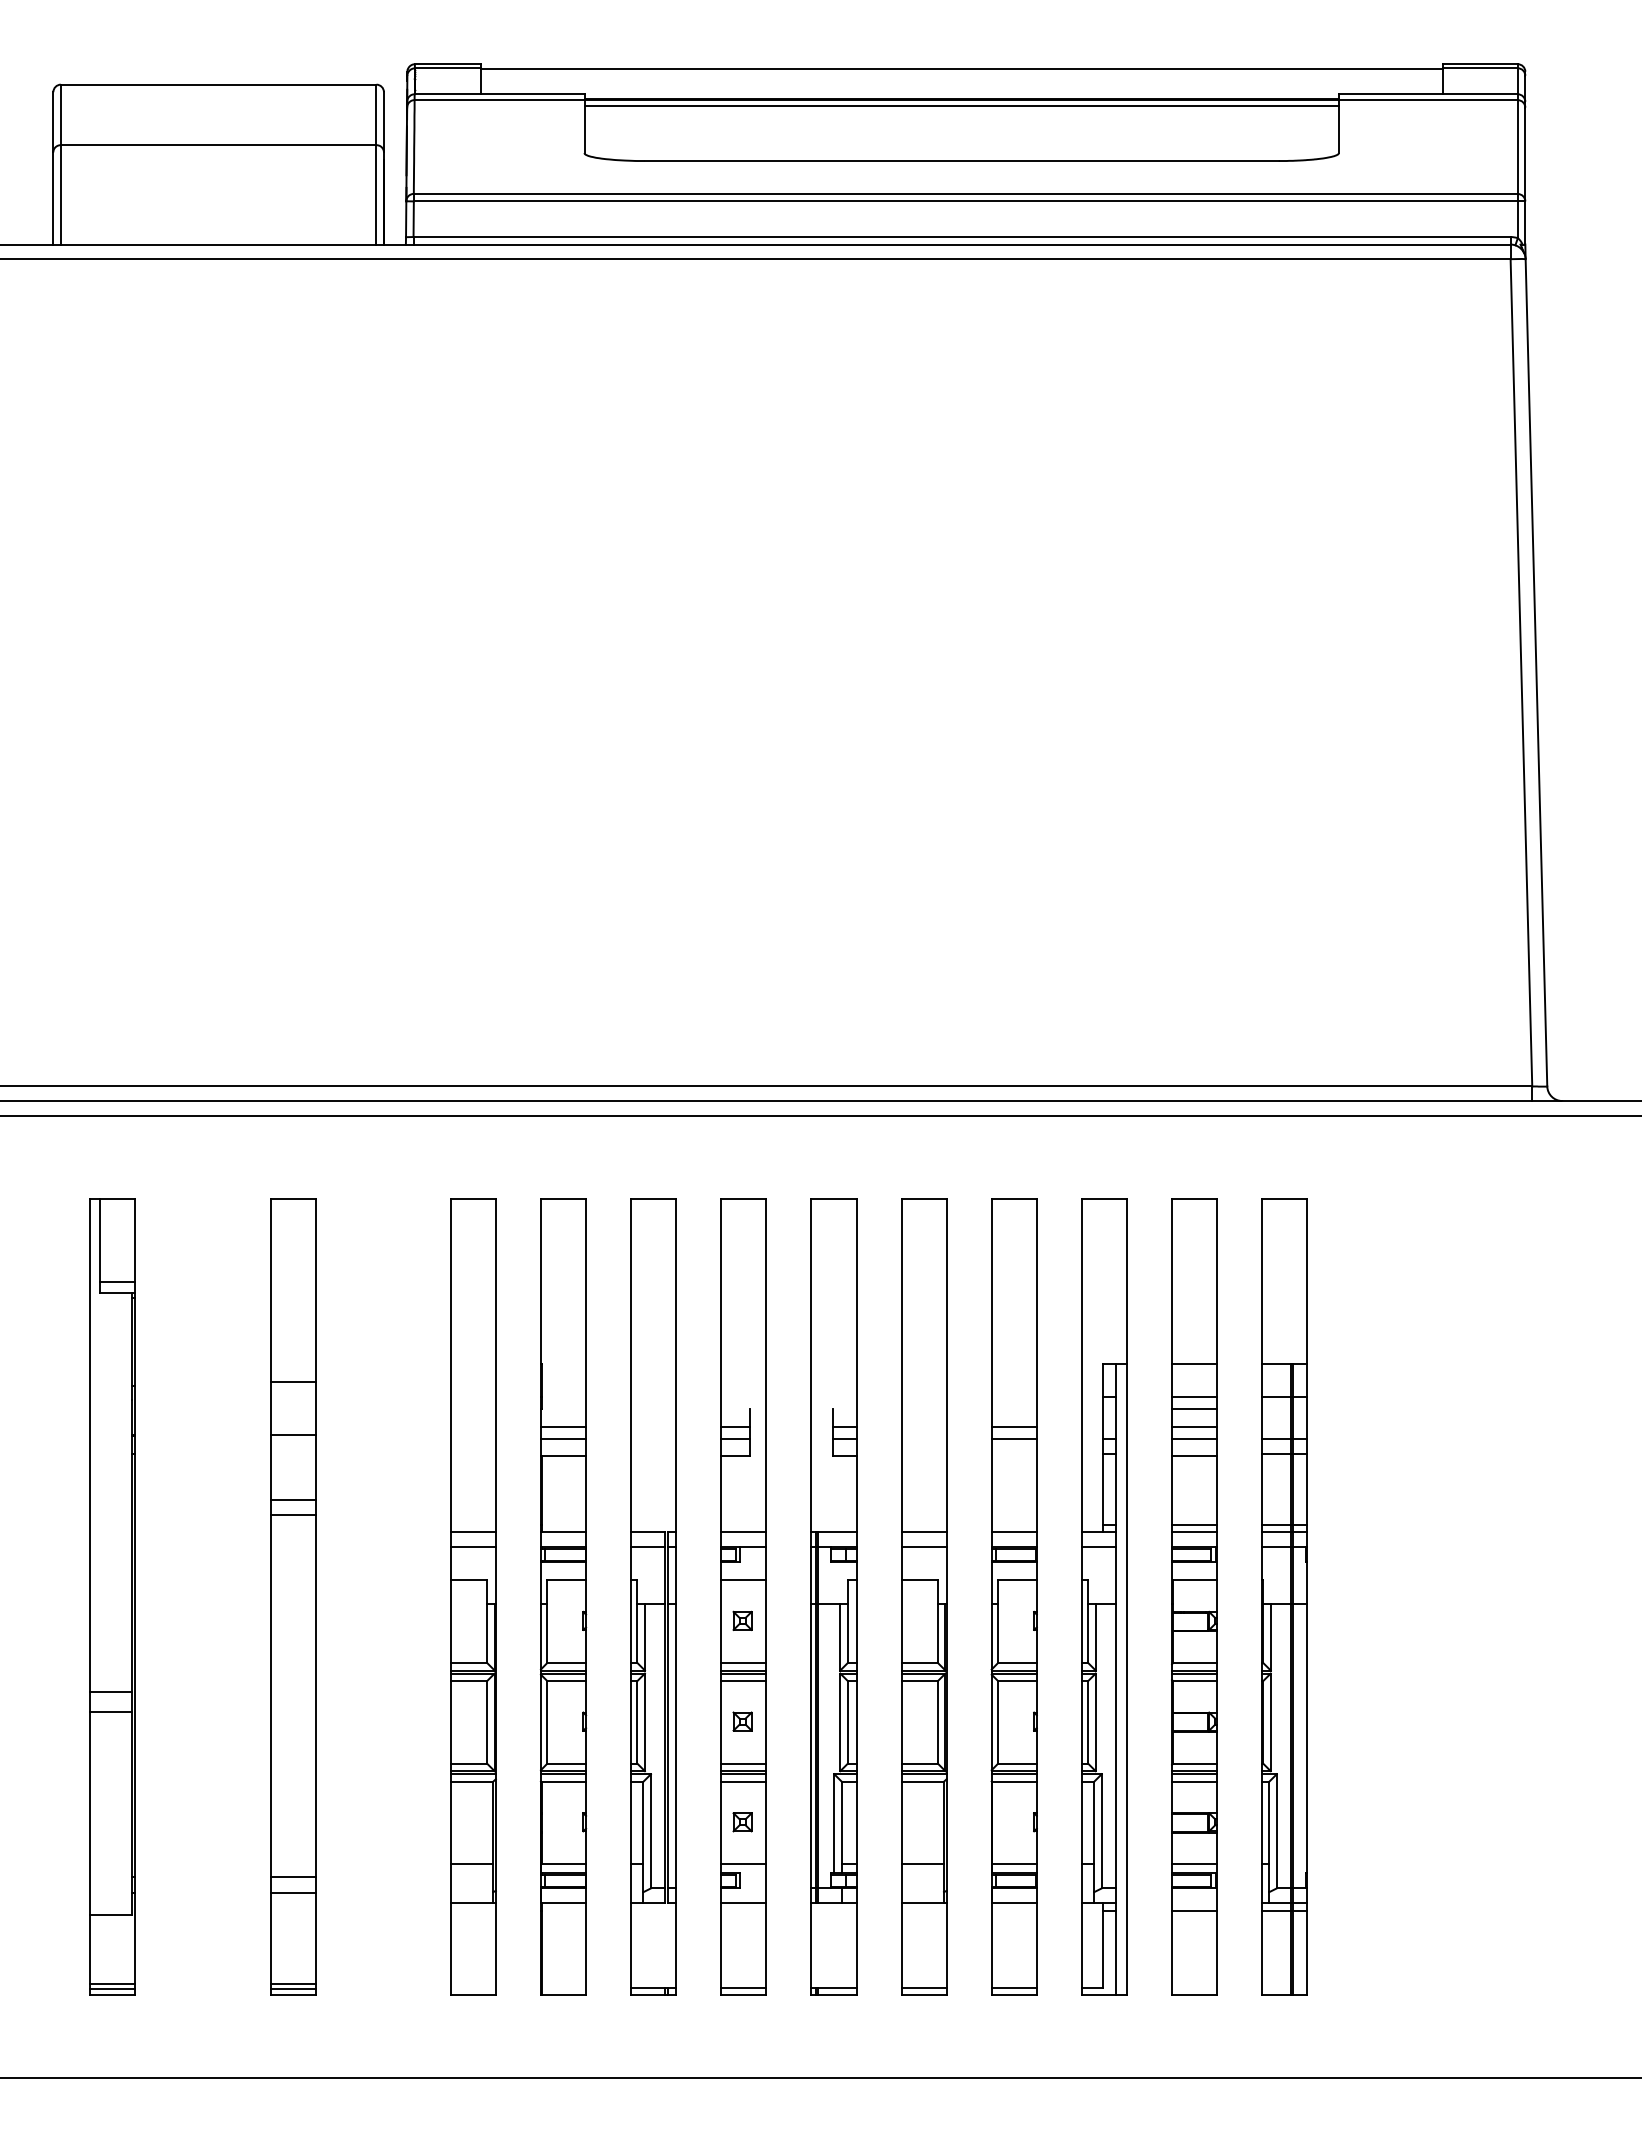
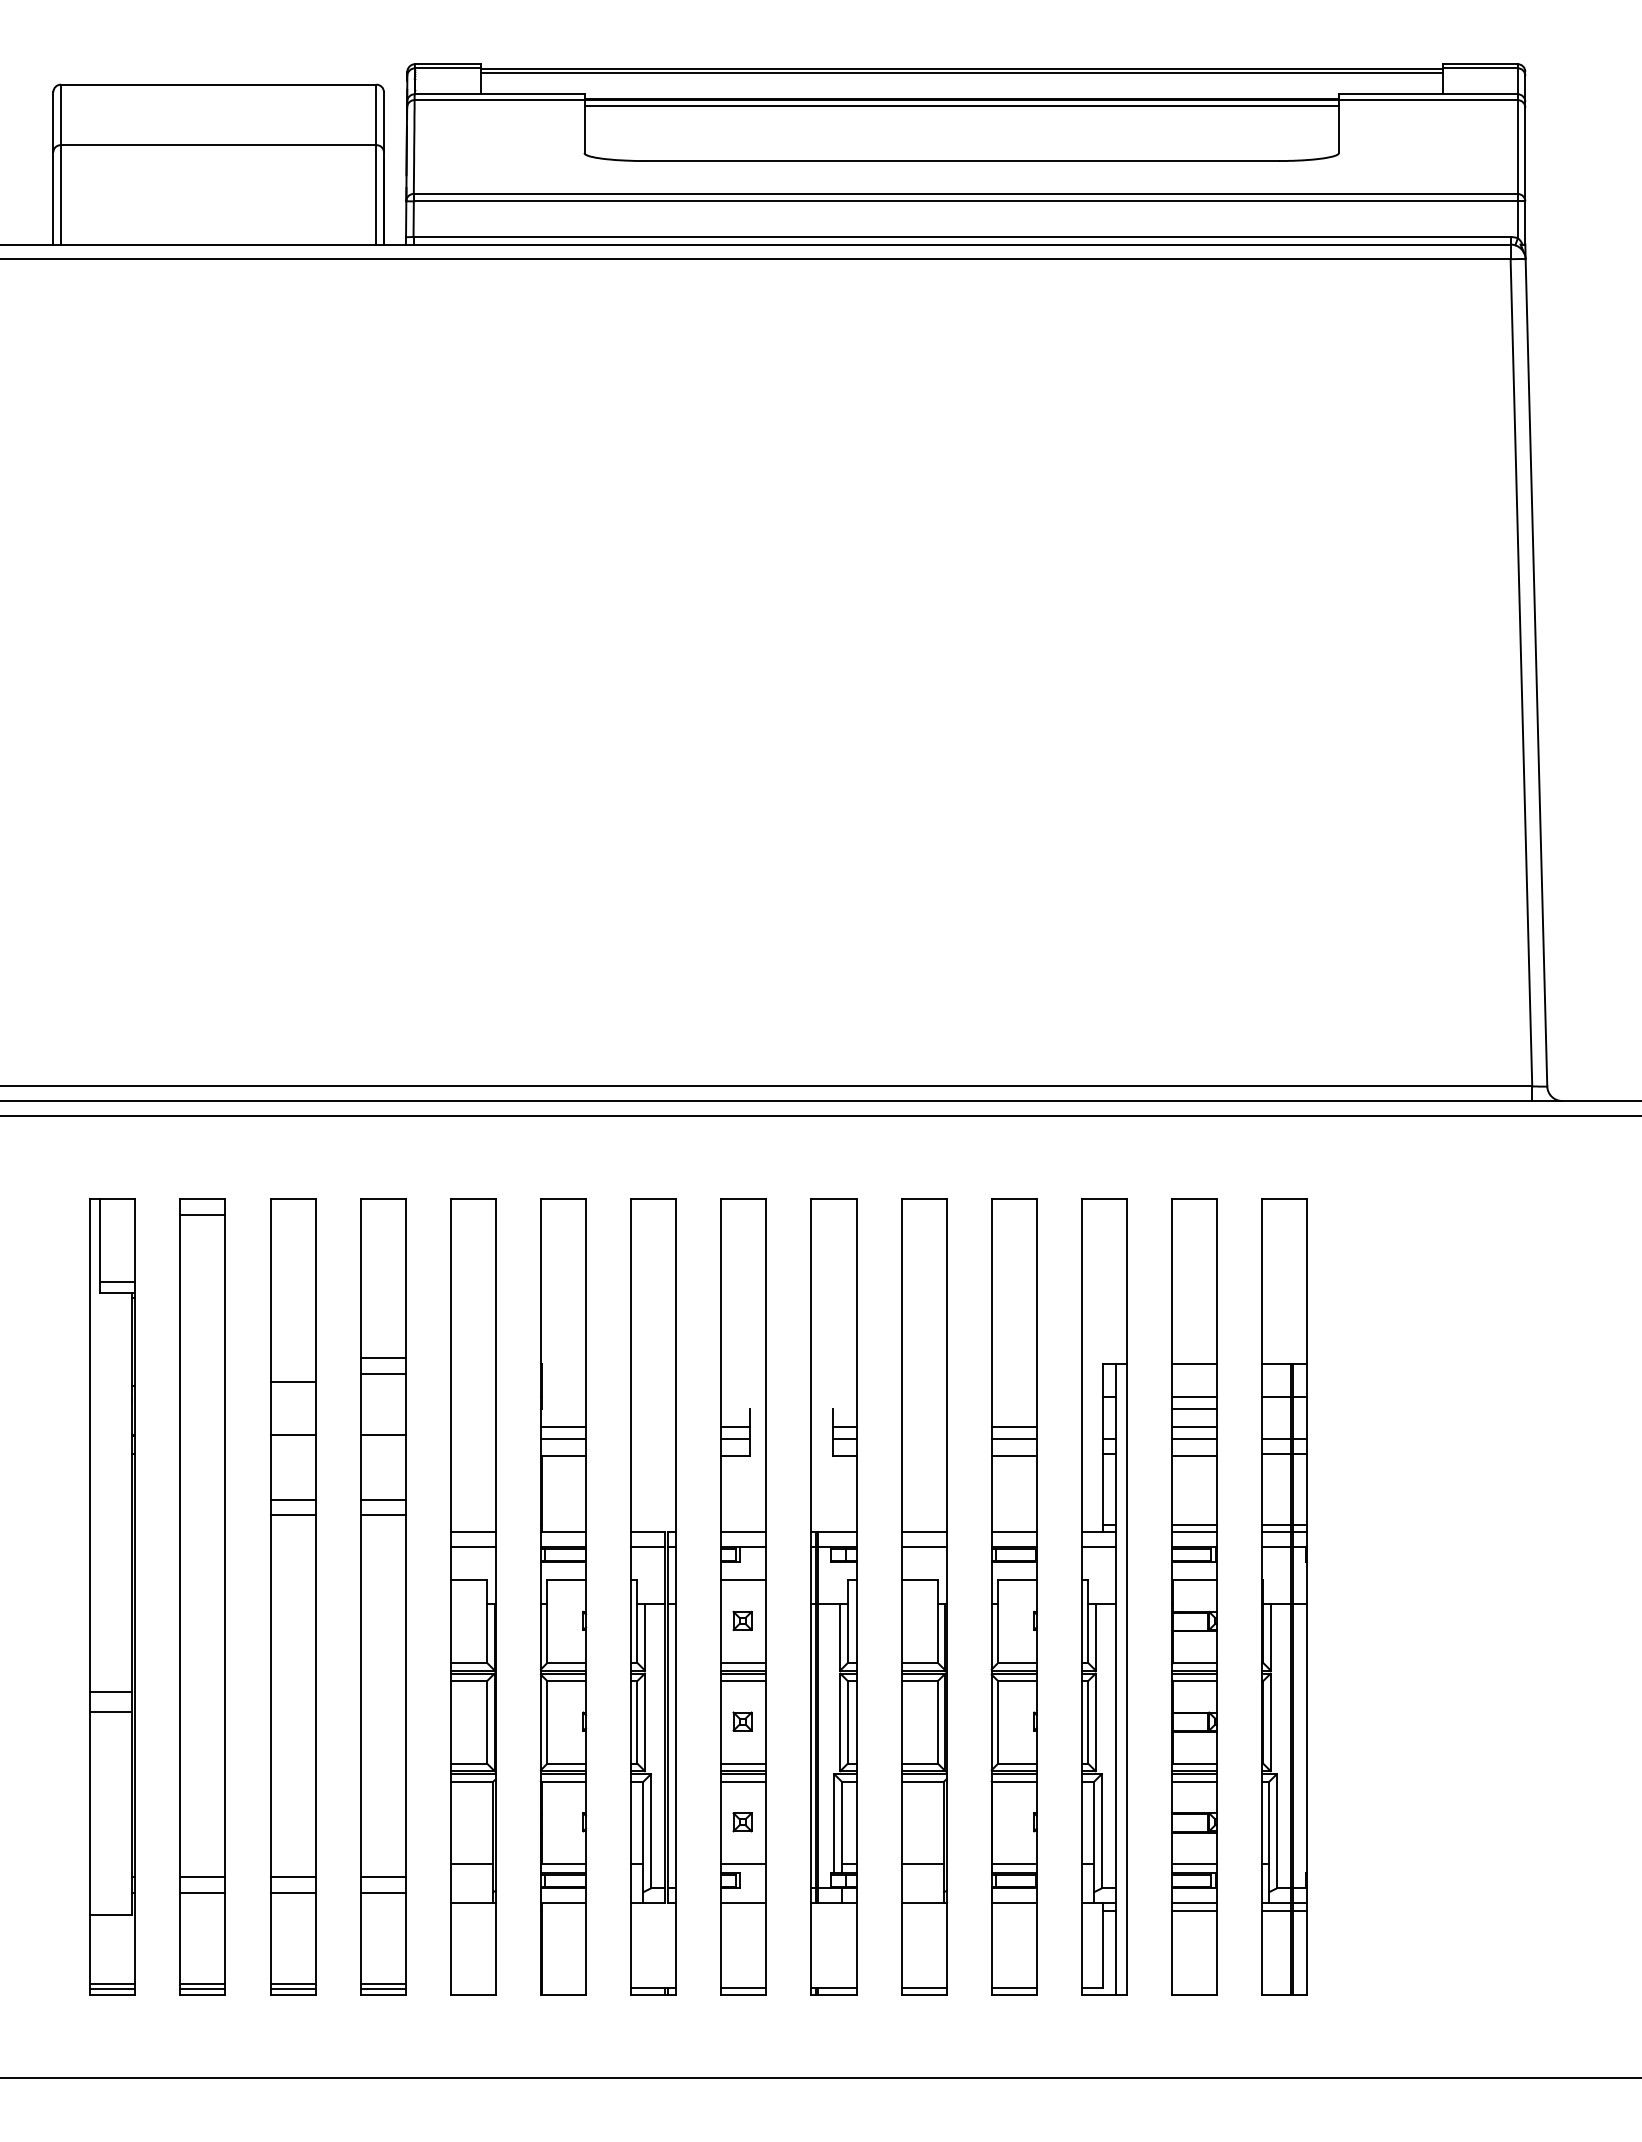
line at (961, 72): none -> present
line at (1013, 1455): none -> present
part at (202, 1596): none -> present
part at (383, 1596): none -> present
line at (1194, 1903): none -> present
